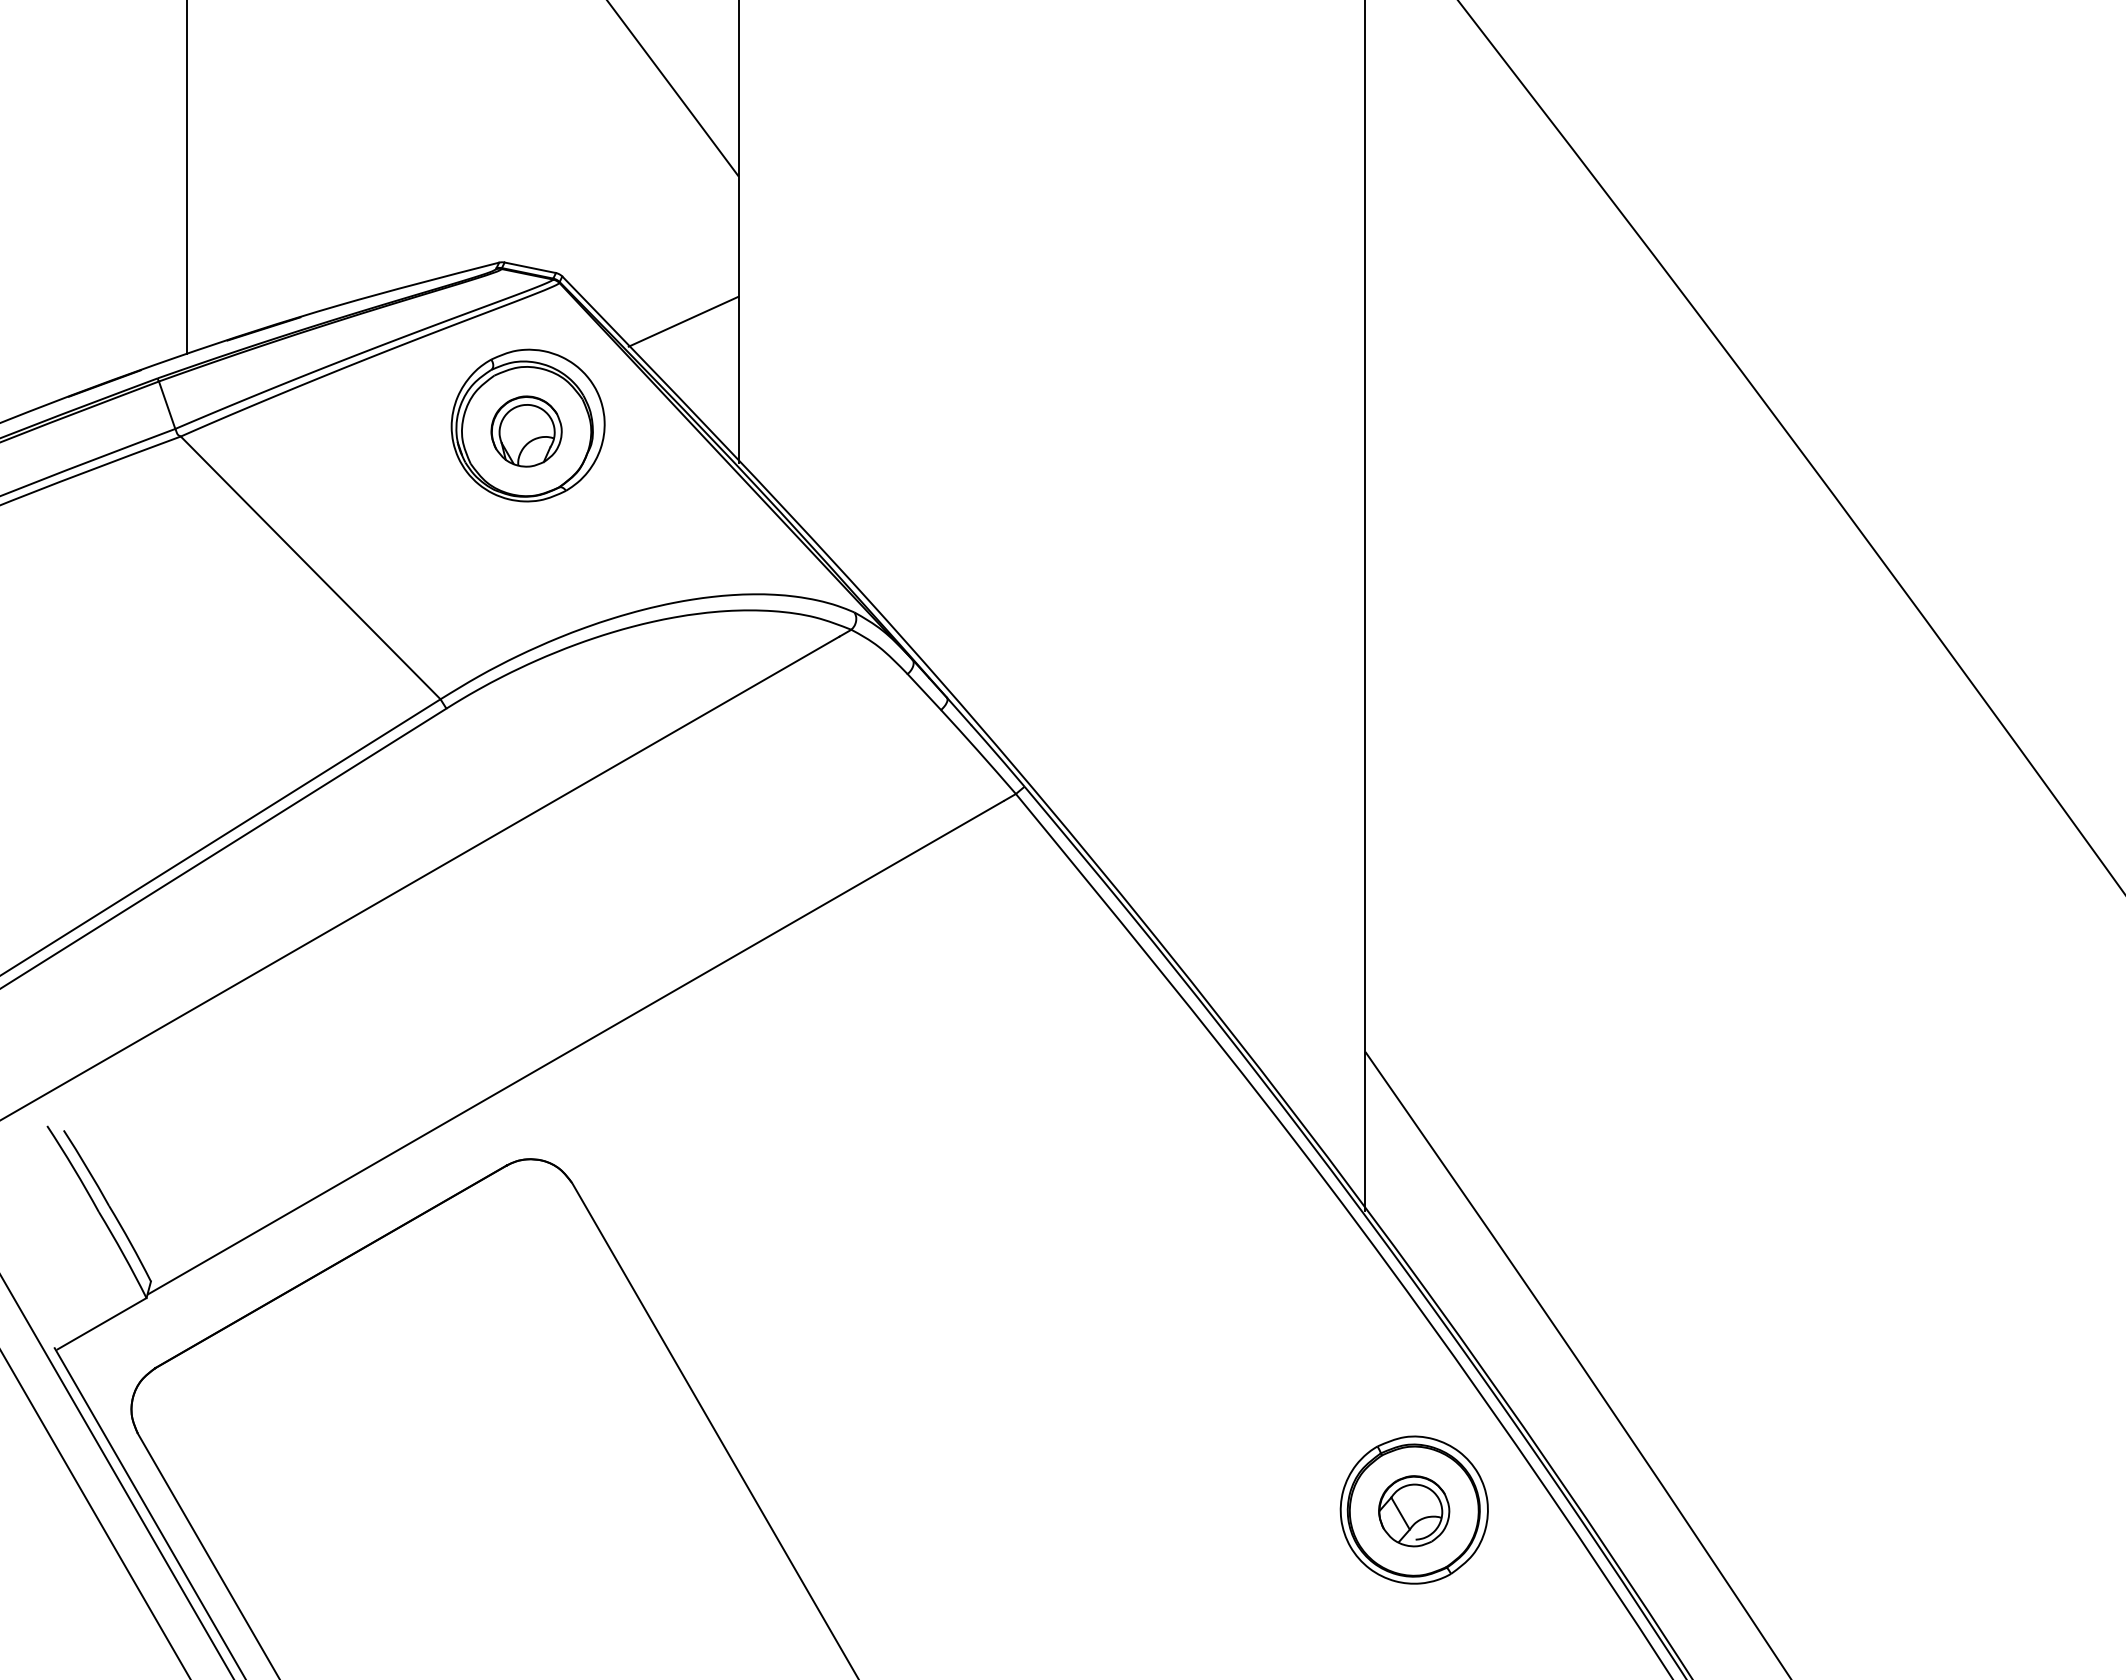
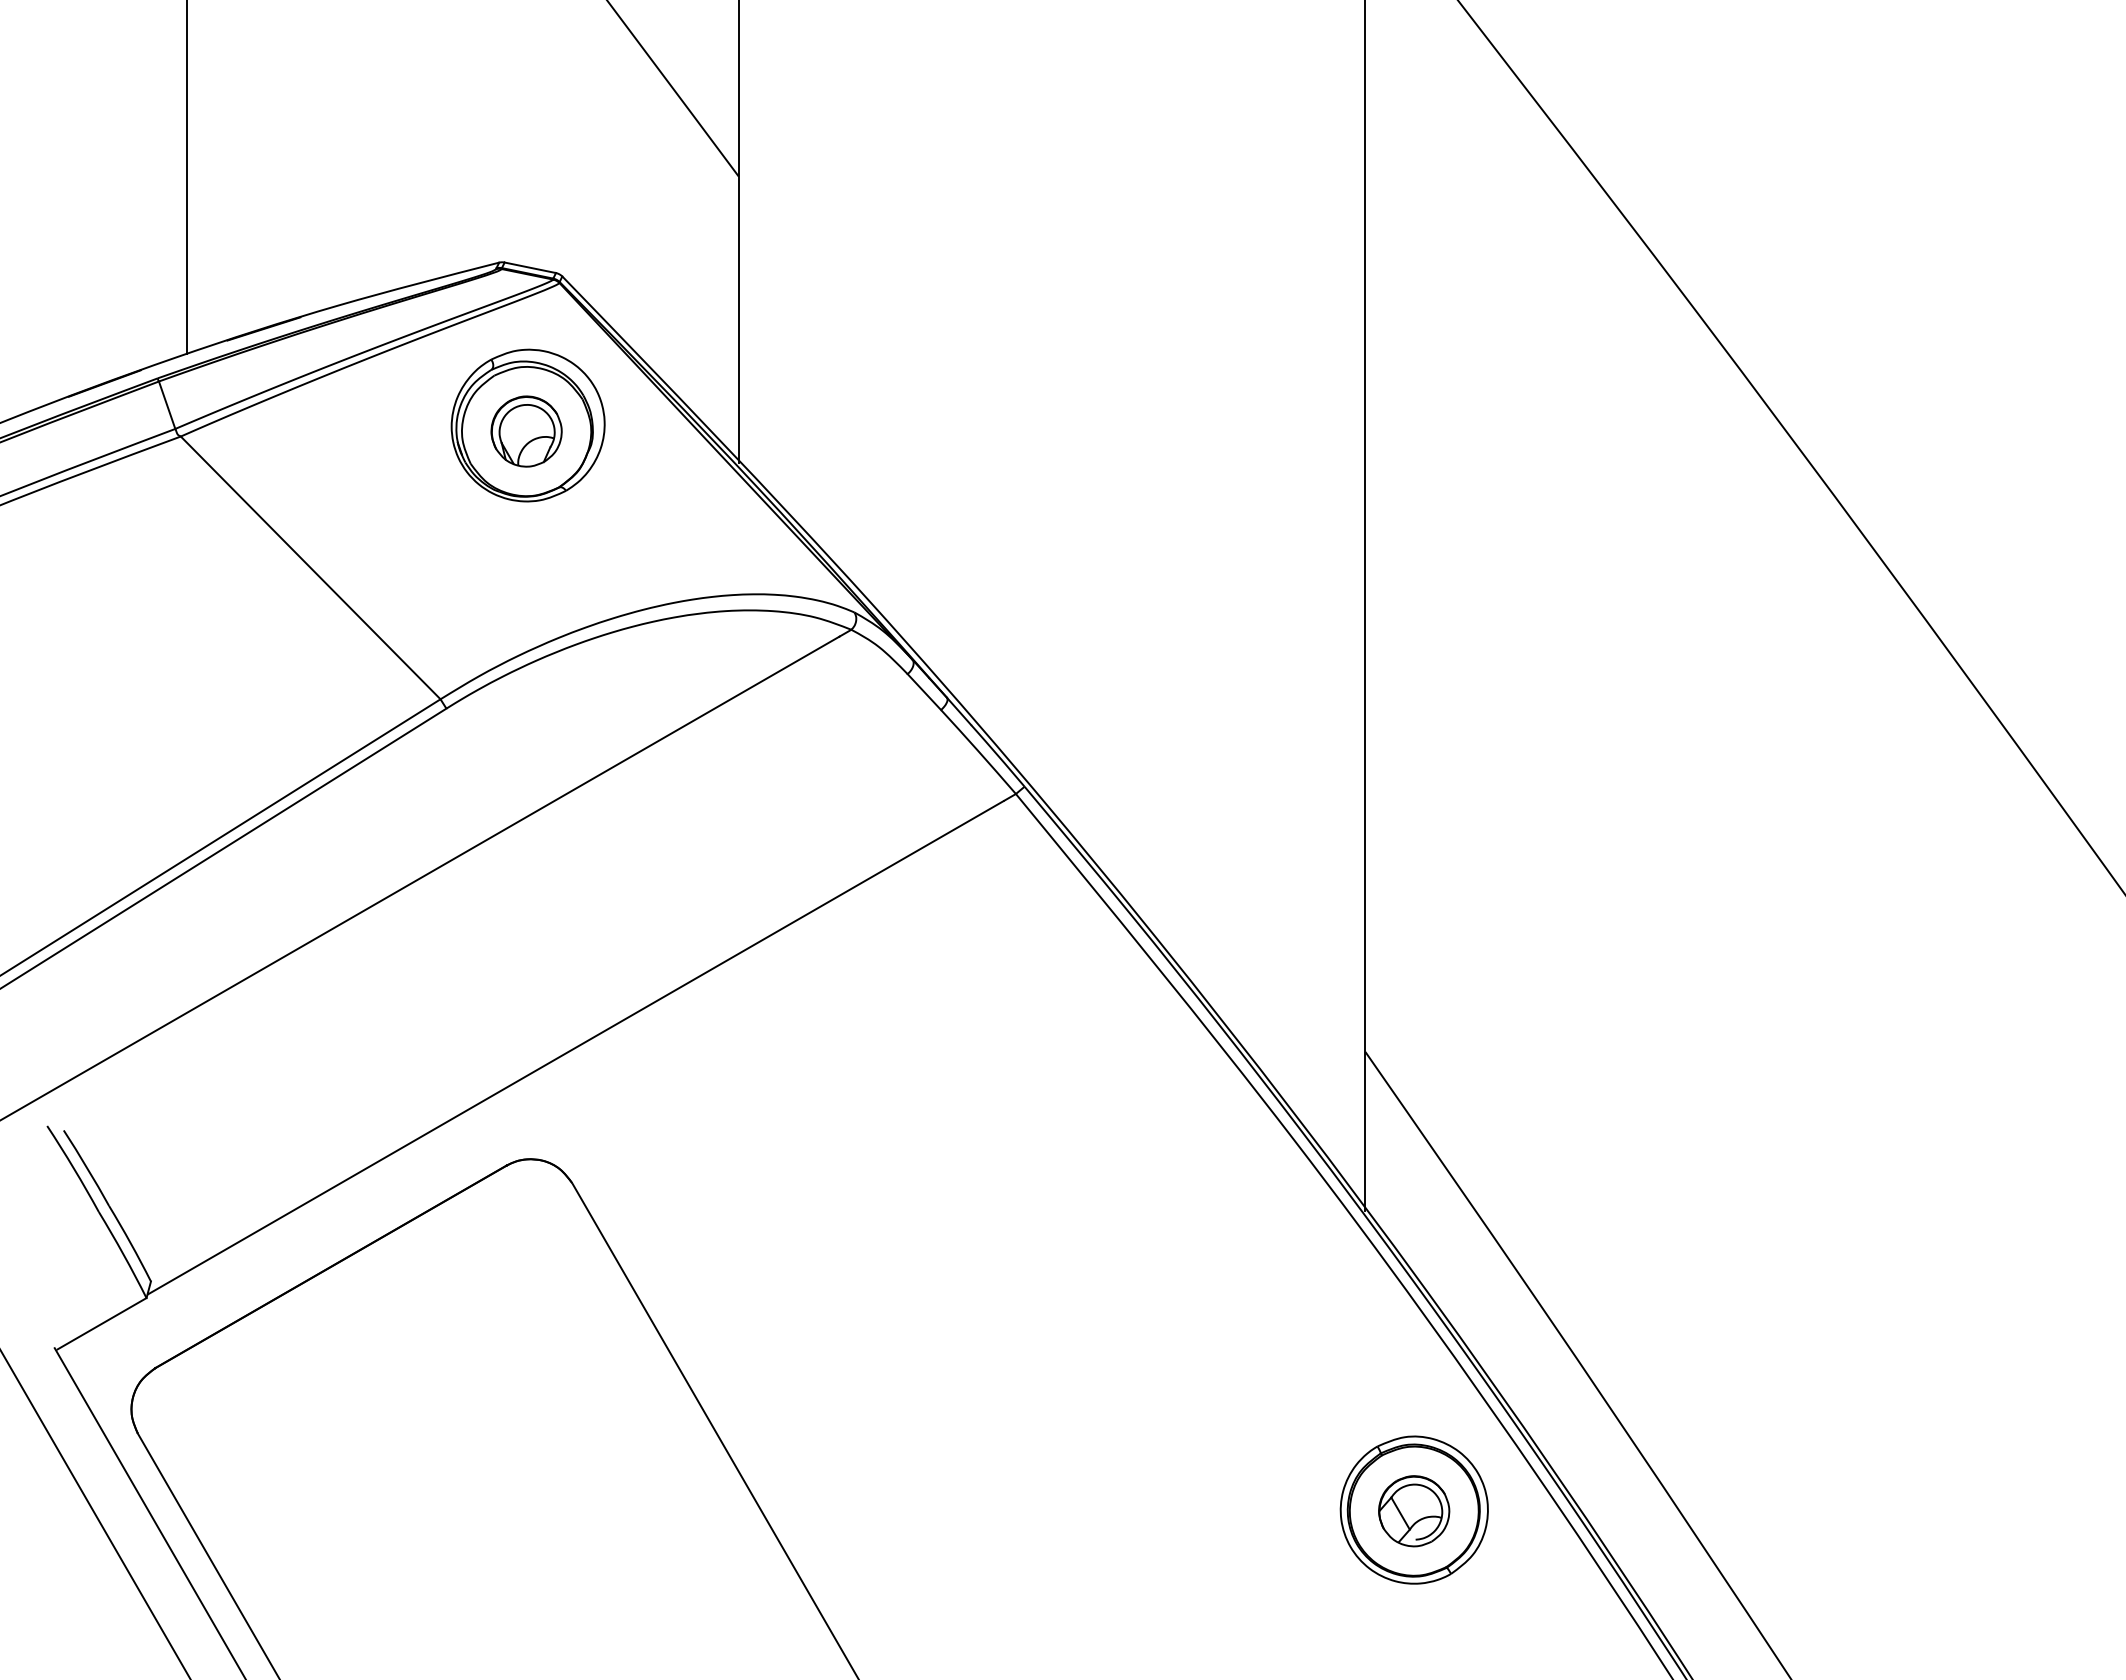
line at (683, 321): present -> none
line at (117, 1476): present -> none
